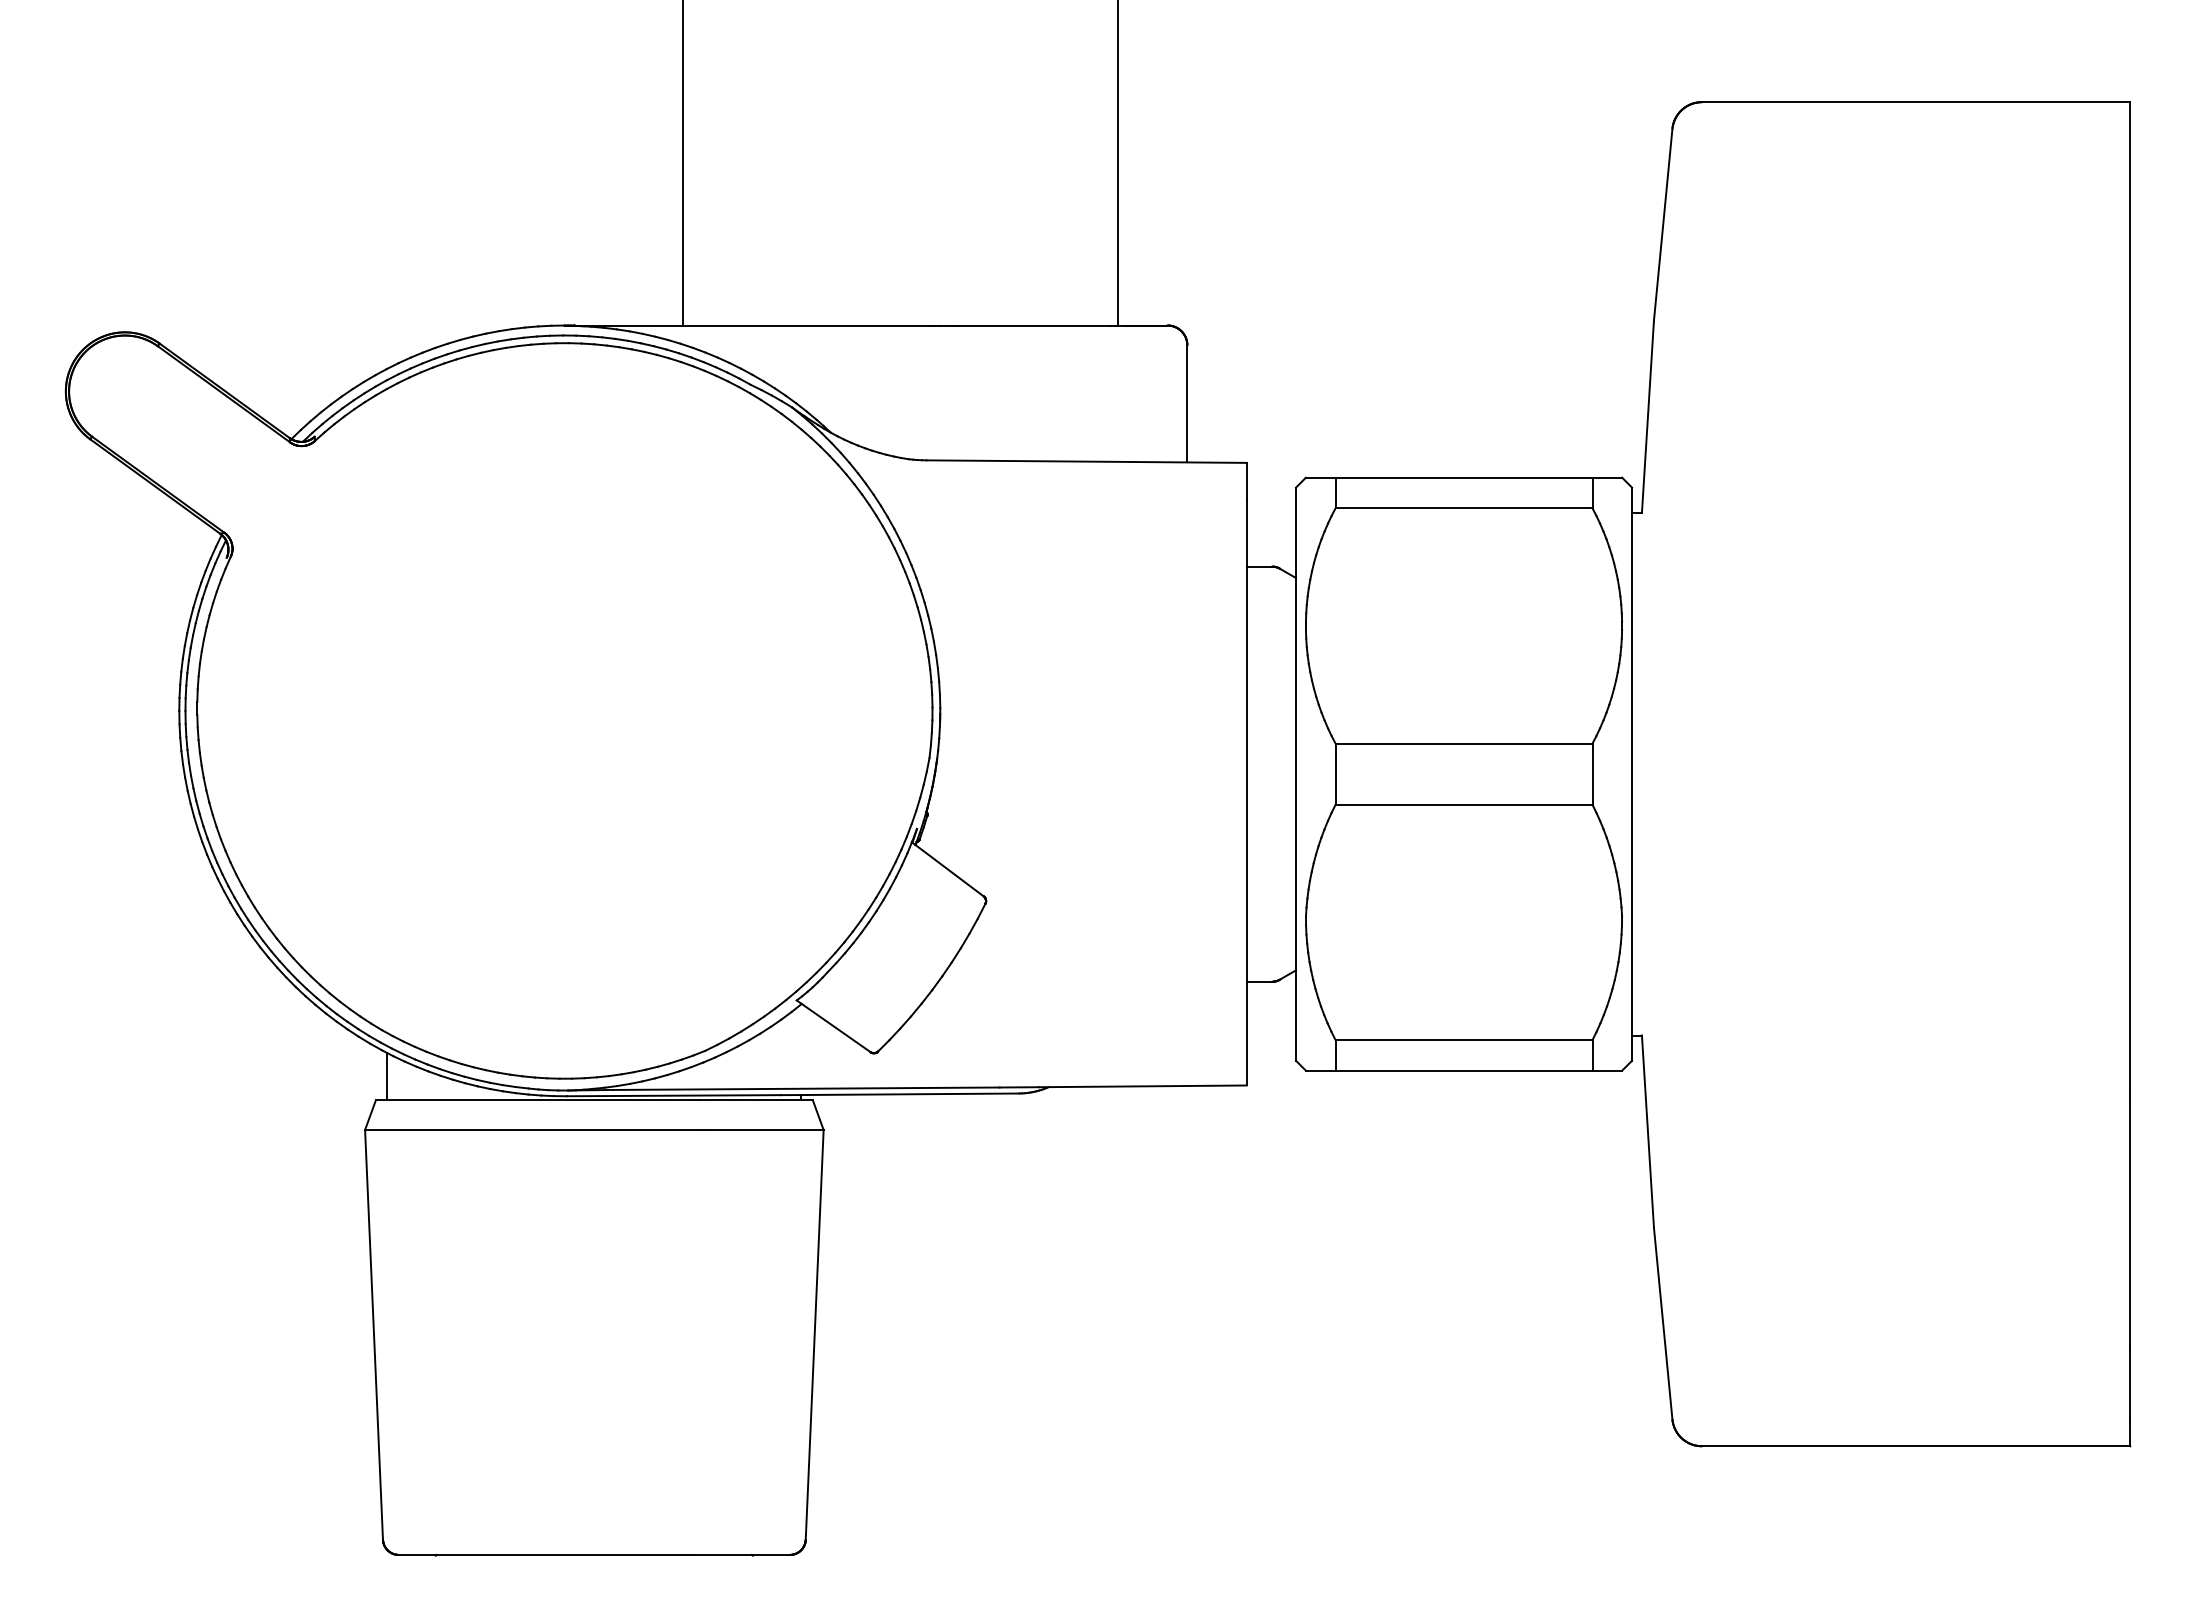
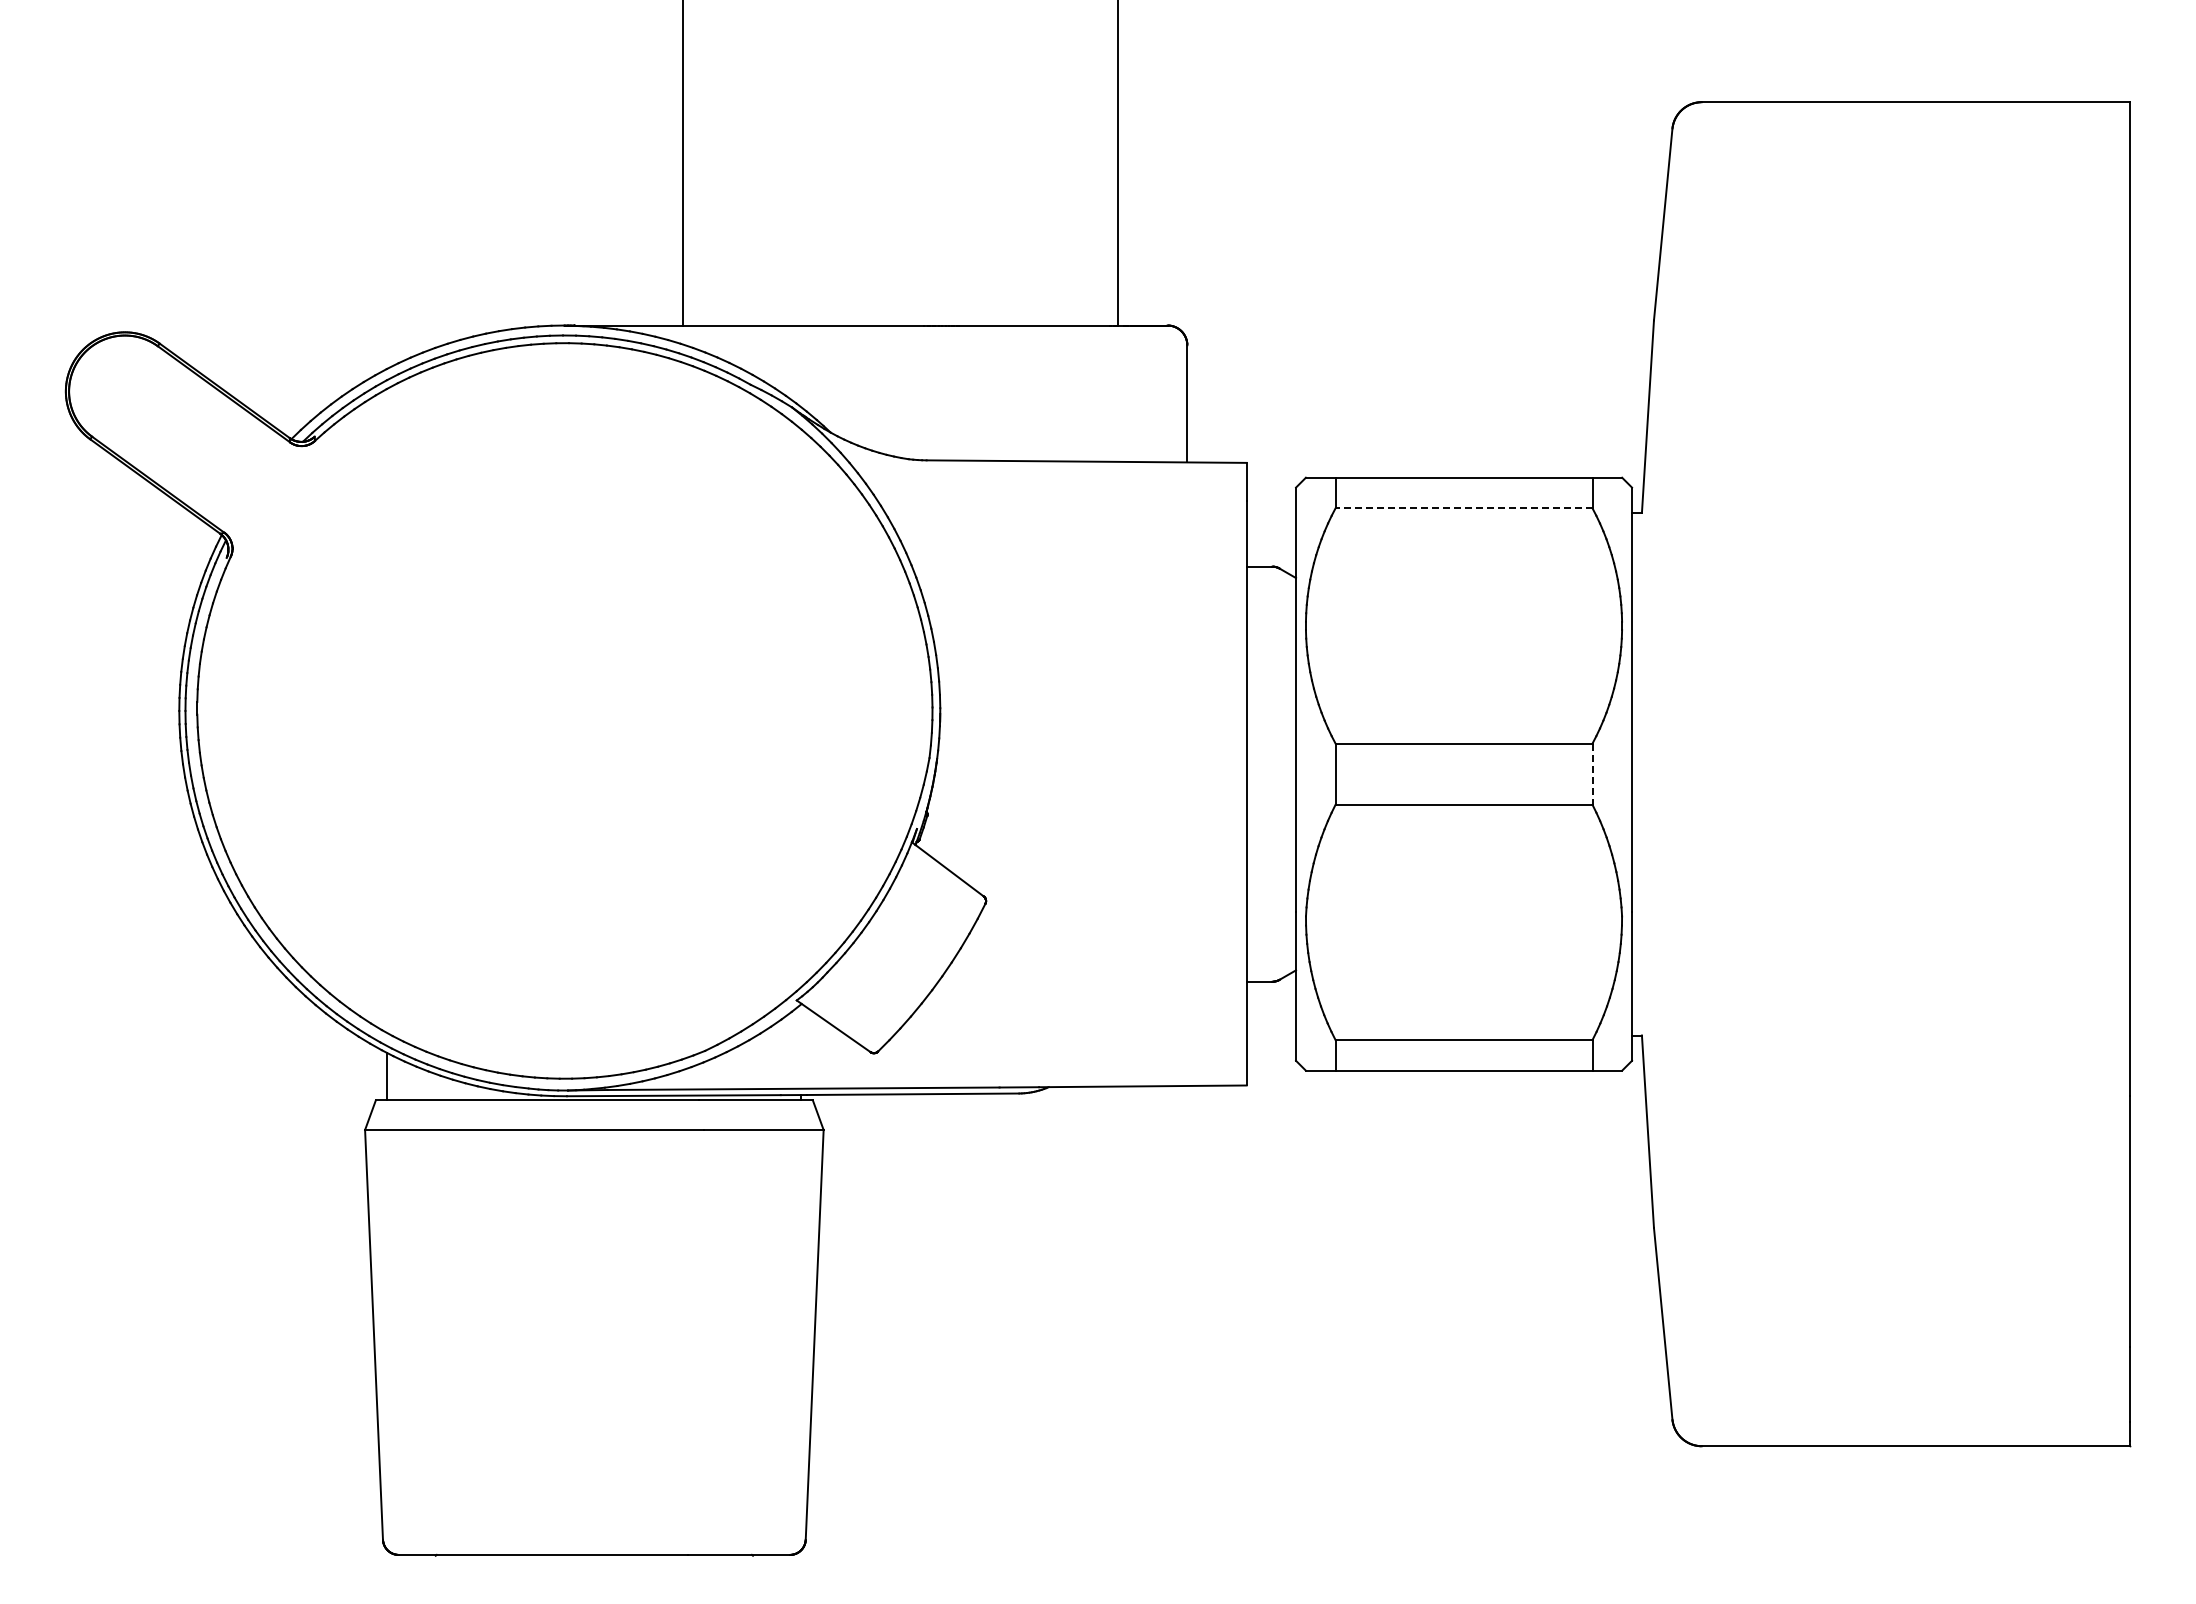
line at (1463, 508): solid -> dashed
line at (1592, 774): solid -> dashed
